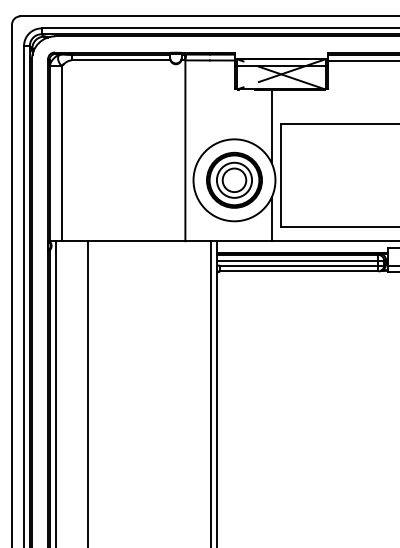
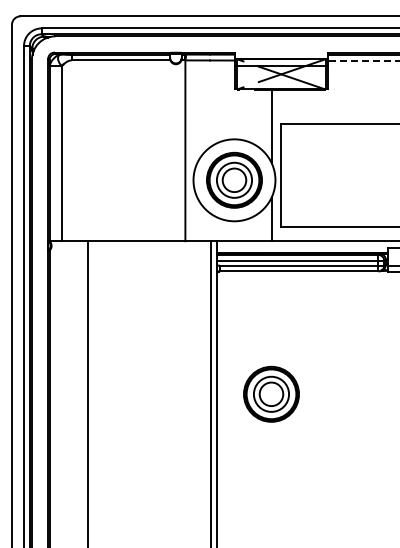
line at (364, 60): solid -> dashed
line at (55, 392): present -> none
part at (271, 393): none -> present
